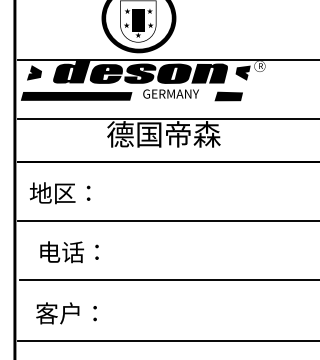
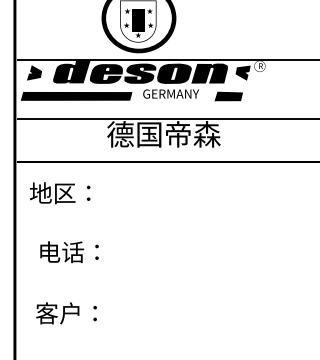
line at (167, 221): present -> none
line at (168, 280): present -> none
line at (167, 341): present -> none
